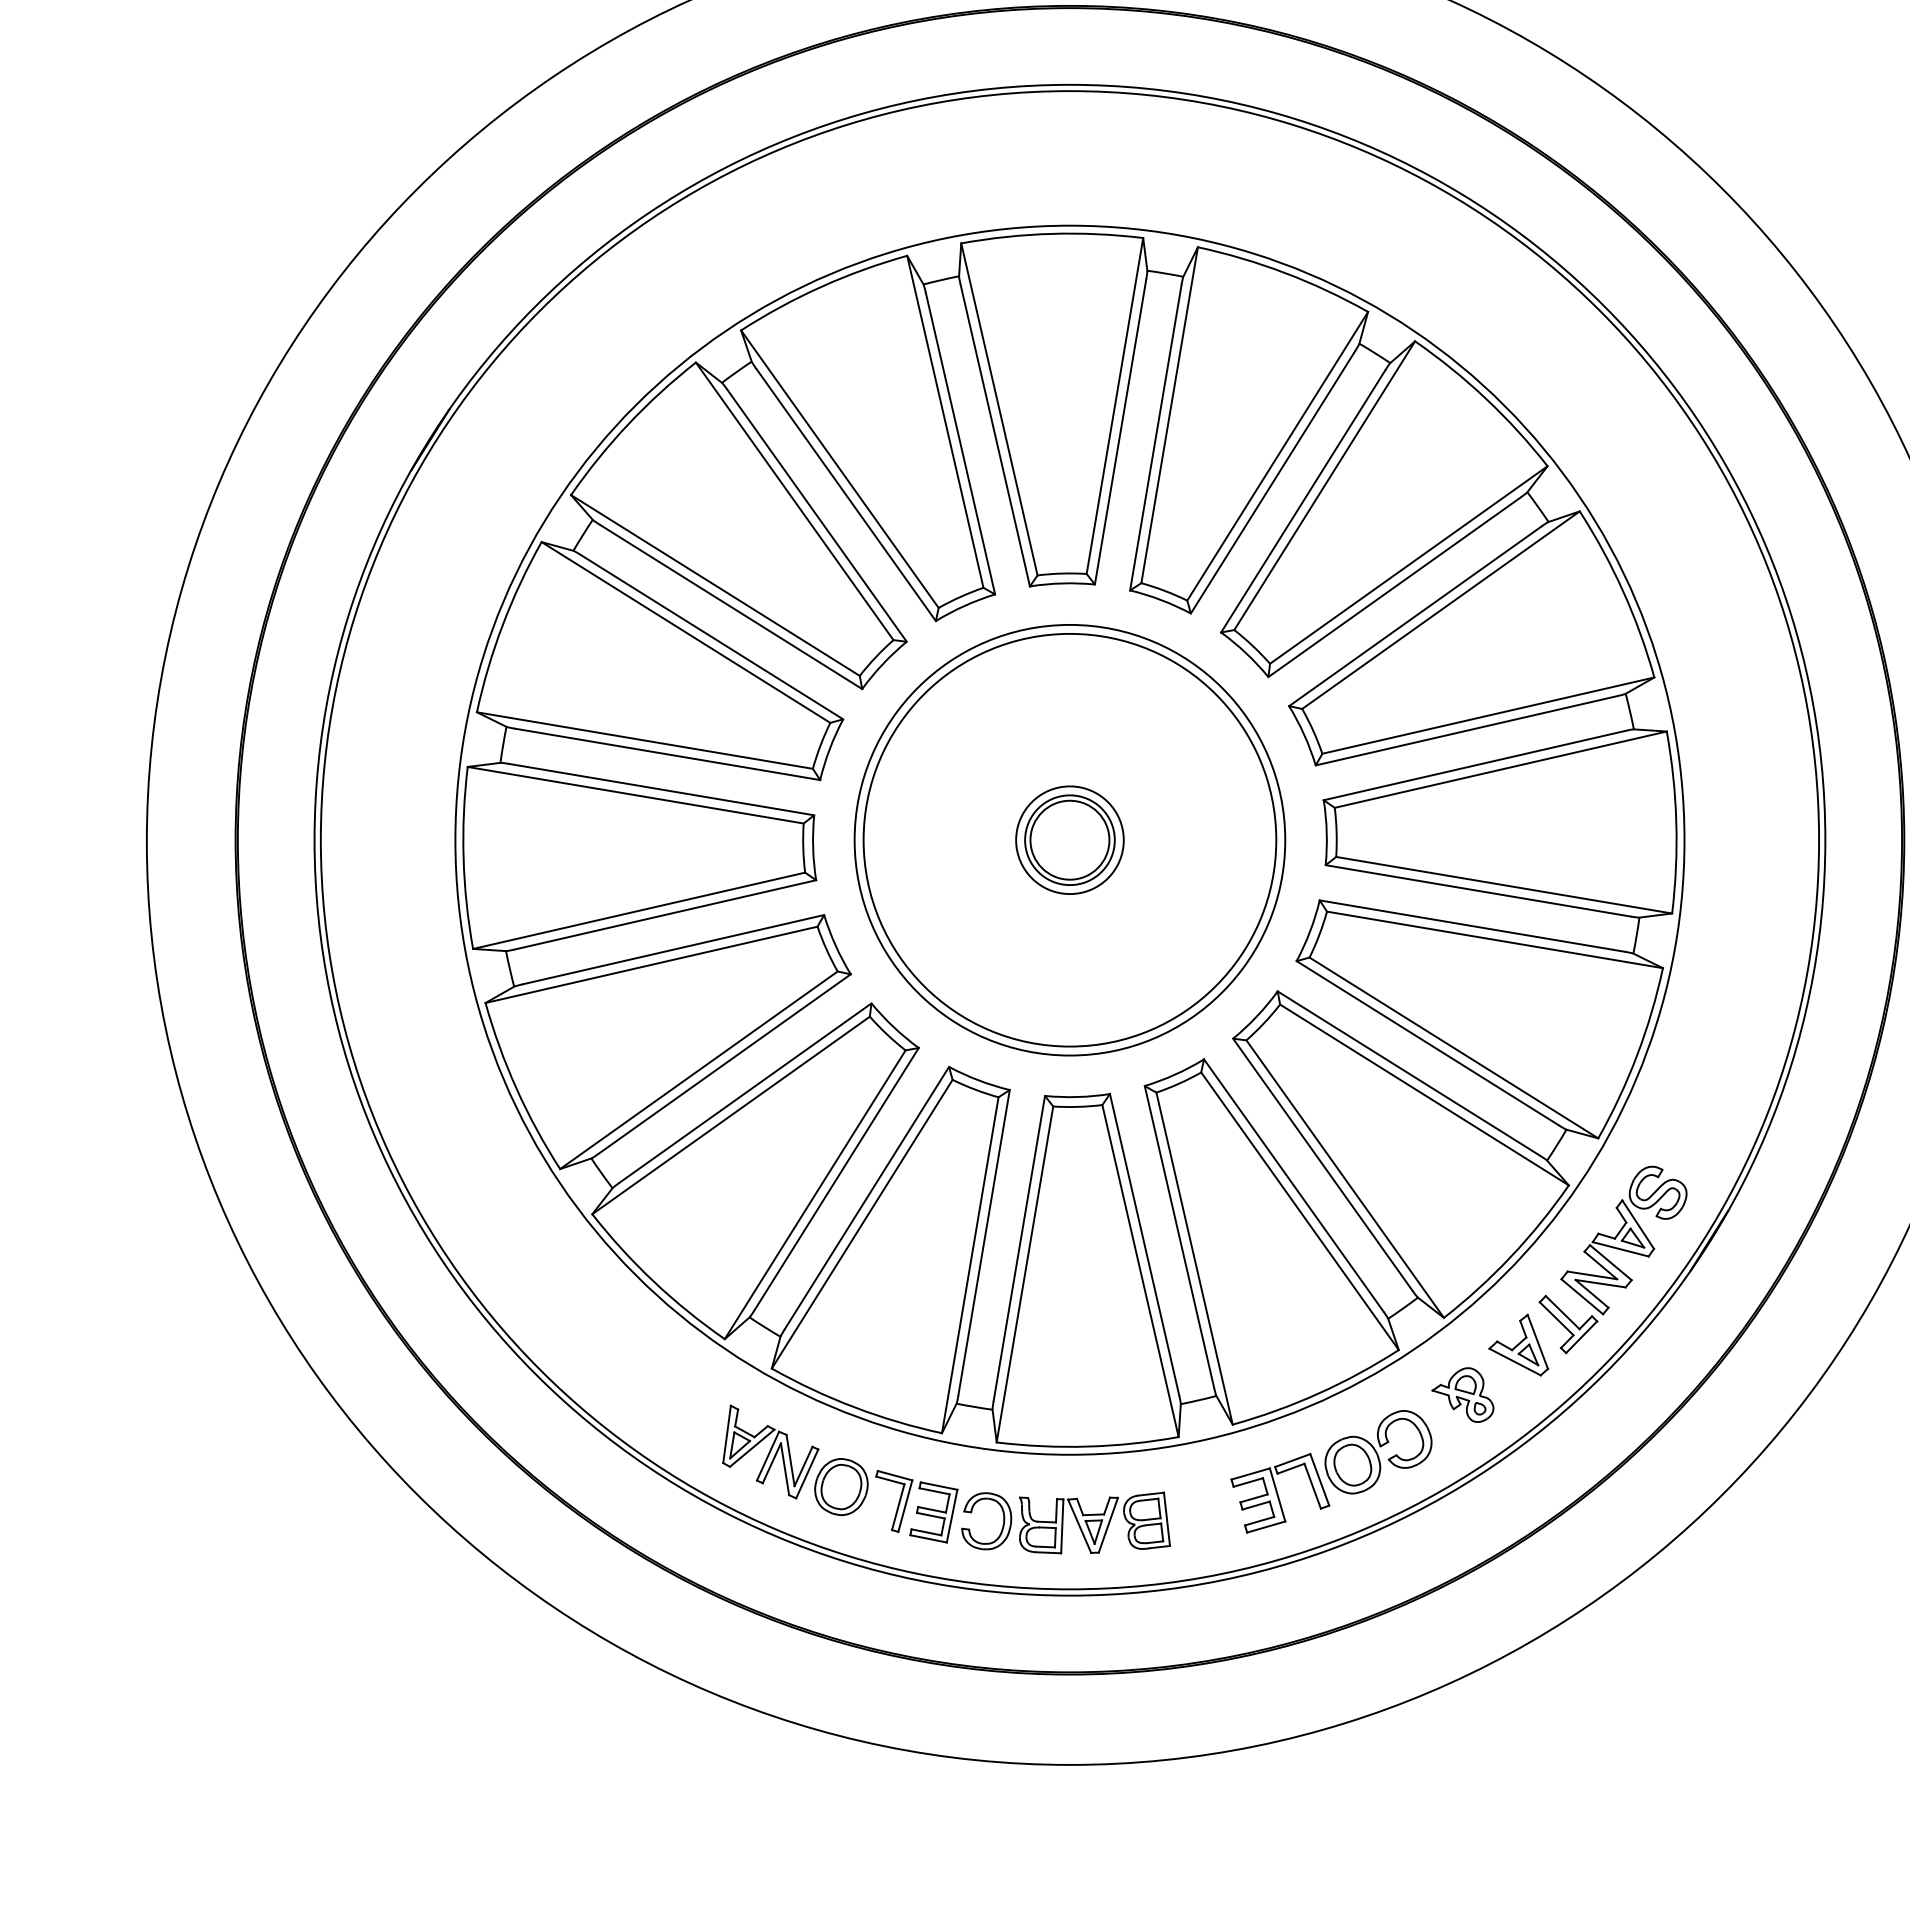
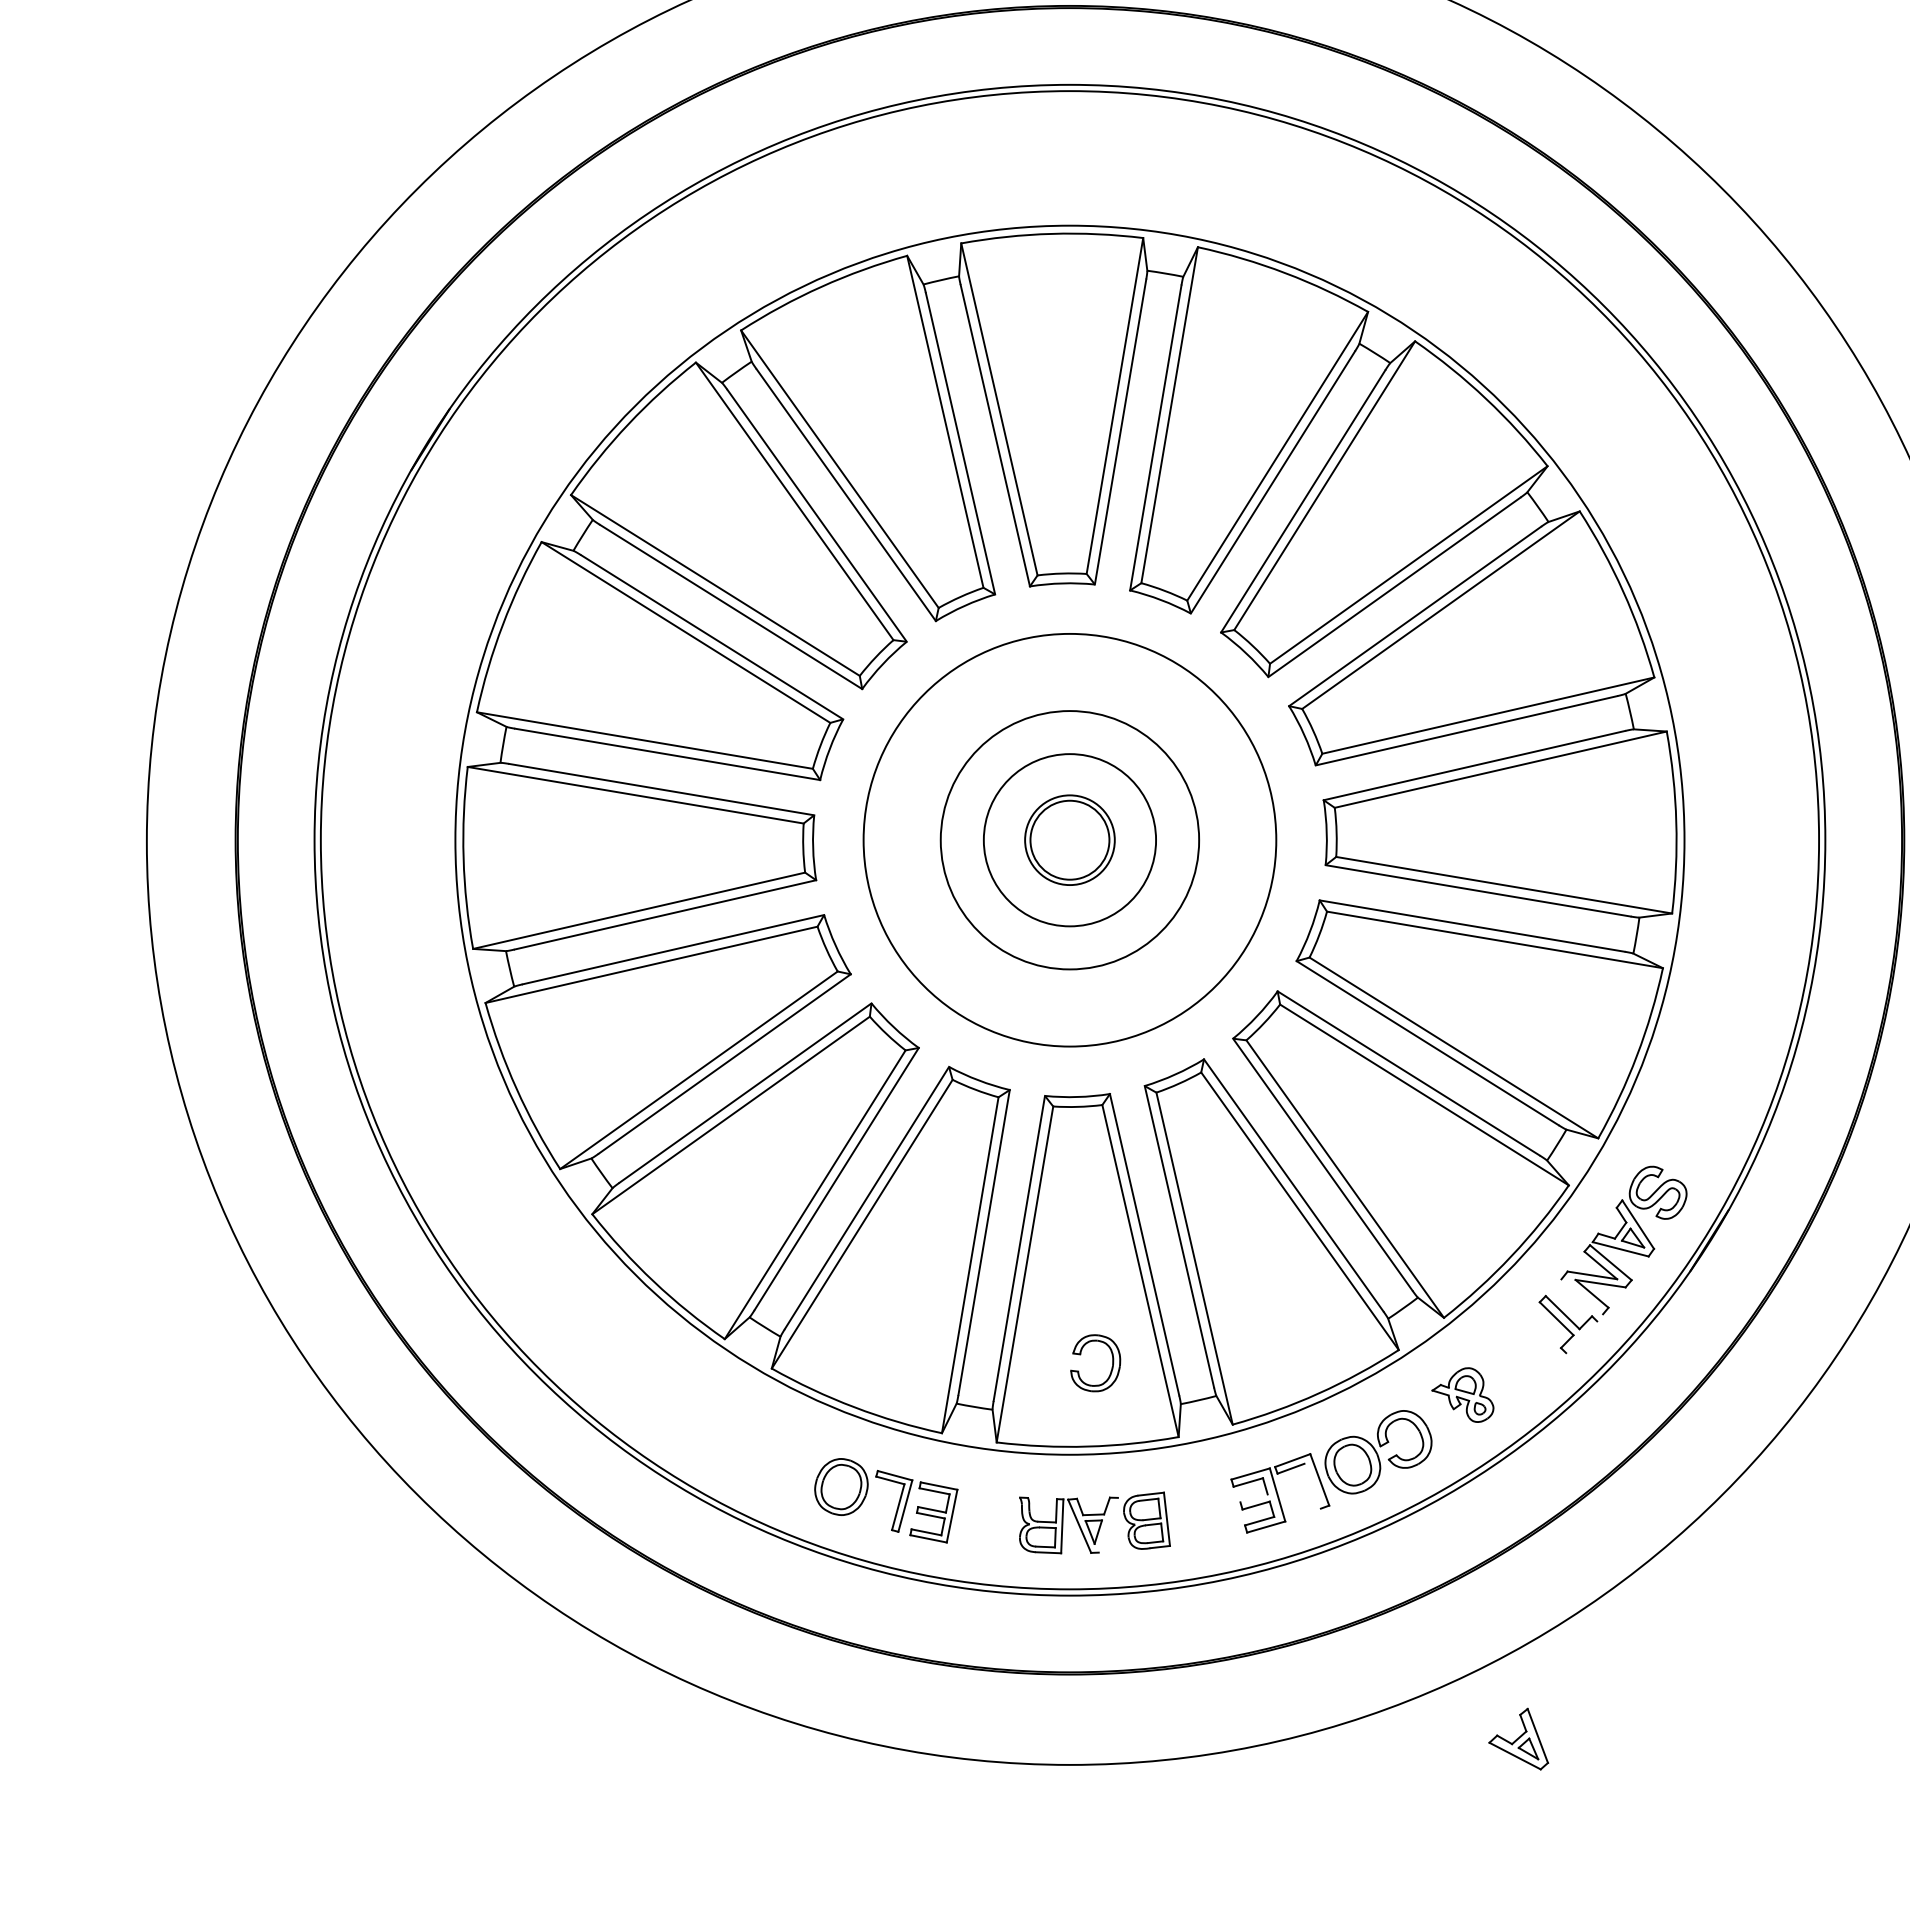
circle at (1069, 839) diameter: 431 px -> 258 px
circle at (1069, 840) diameter: 108 px -> 172 px
line at (1582, 1296): present -> none
line at (1581, 1337): present -> none
part at (1518, 1344) position: (1518, 1344) -> (1518, 1738)
part at (770, 1451): present -> none
line at (1312, 1485): present -> none
line at (1253, 1498): present -> none
line at (1107, 1524): present -> none
part at (1002, 1525) position: (1002, 1525) -> (1111, 1367)
